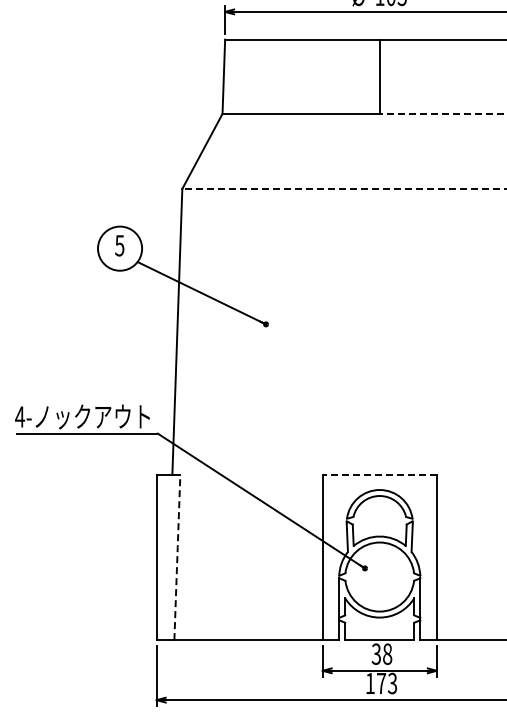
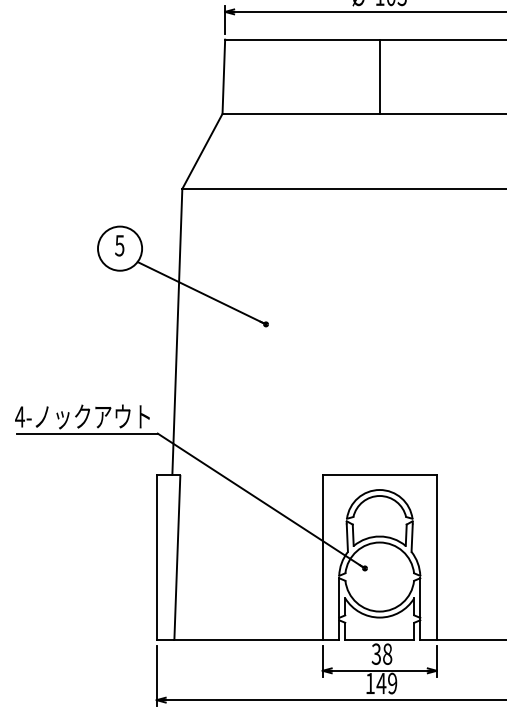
line at (442, 113): dashed -> solid
line at (344, 188): dashed -> solid
line at (379, 474): dashed -> solid
line at (177, 556): dashed -> solid
text at (386, 683): 173 -> 149
